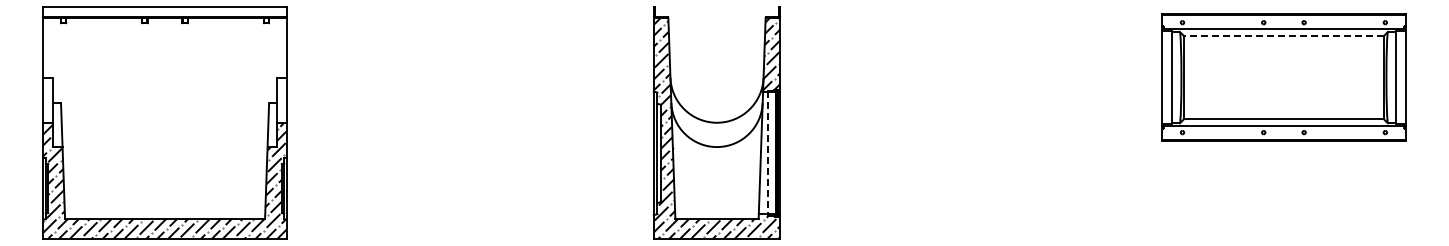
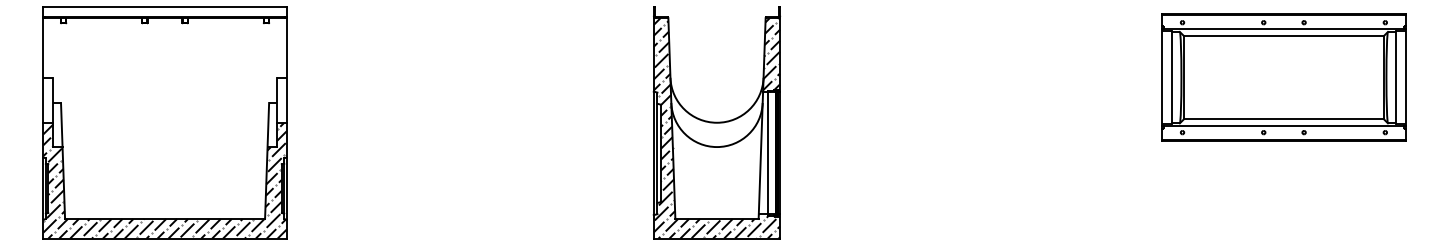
line at (1283, 36): dashed -> solid
line at (768, 153): dashed -> solid
